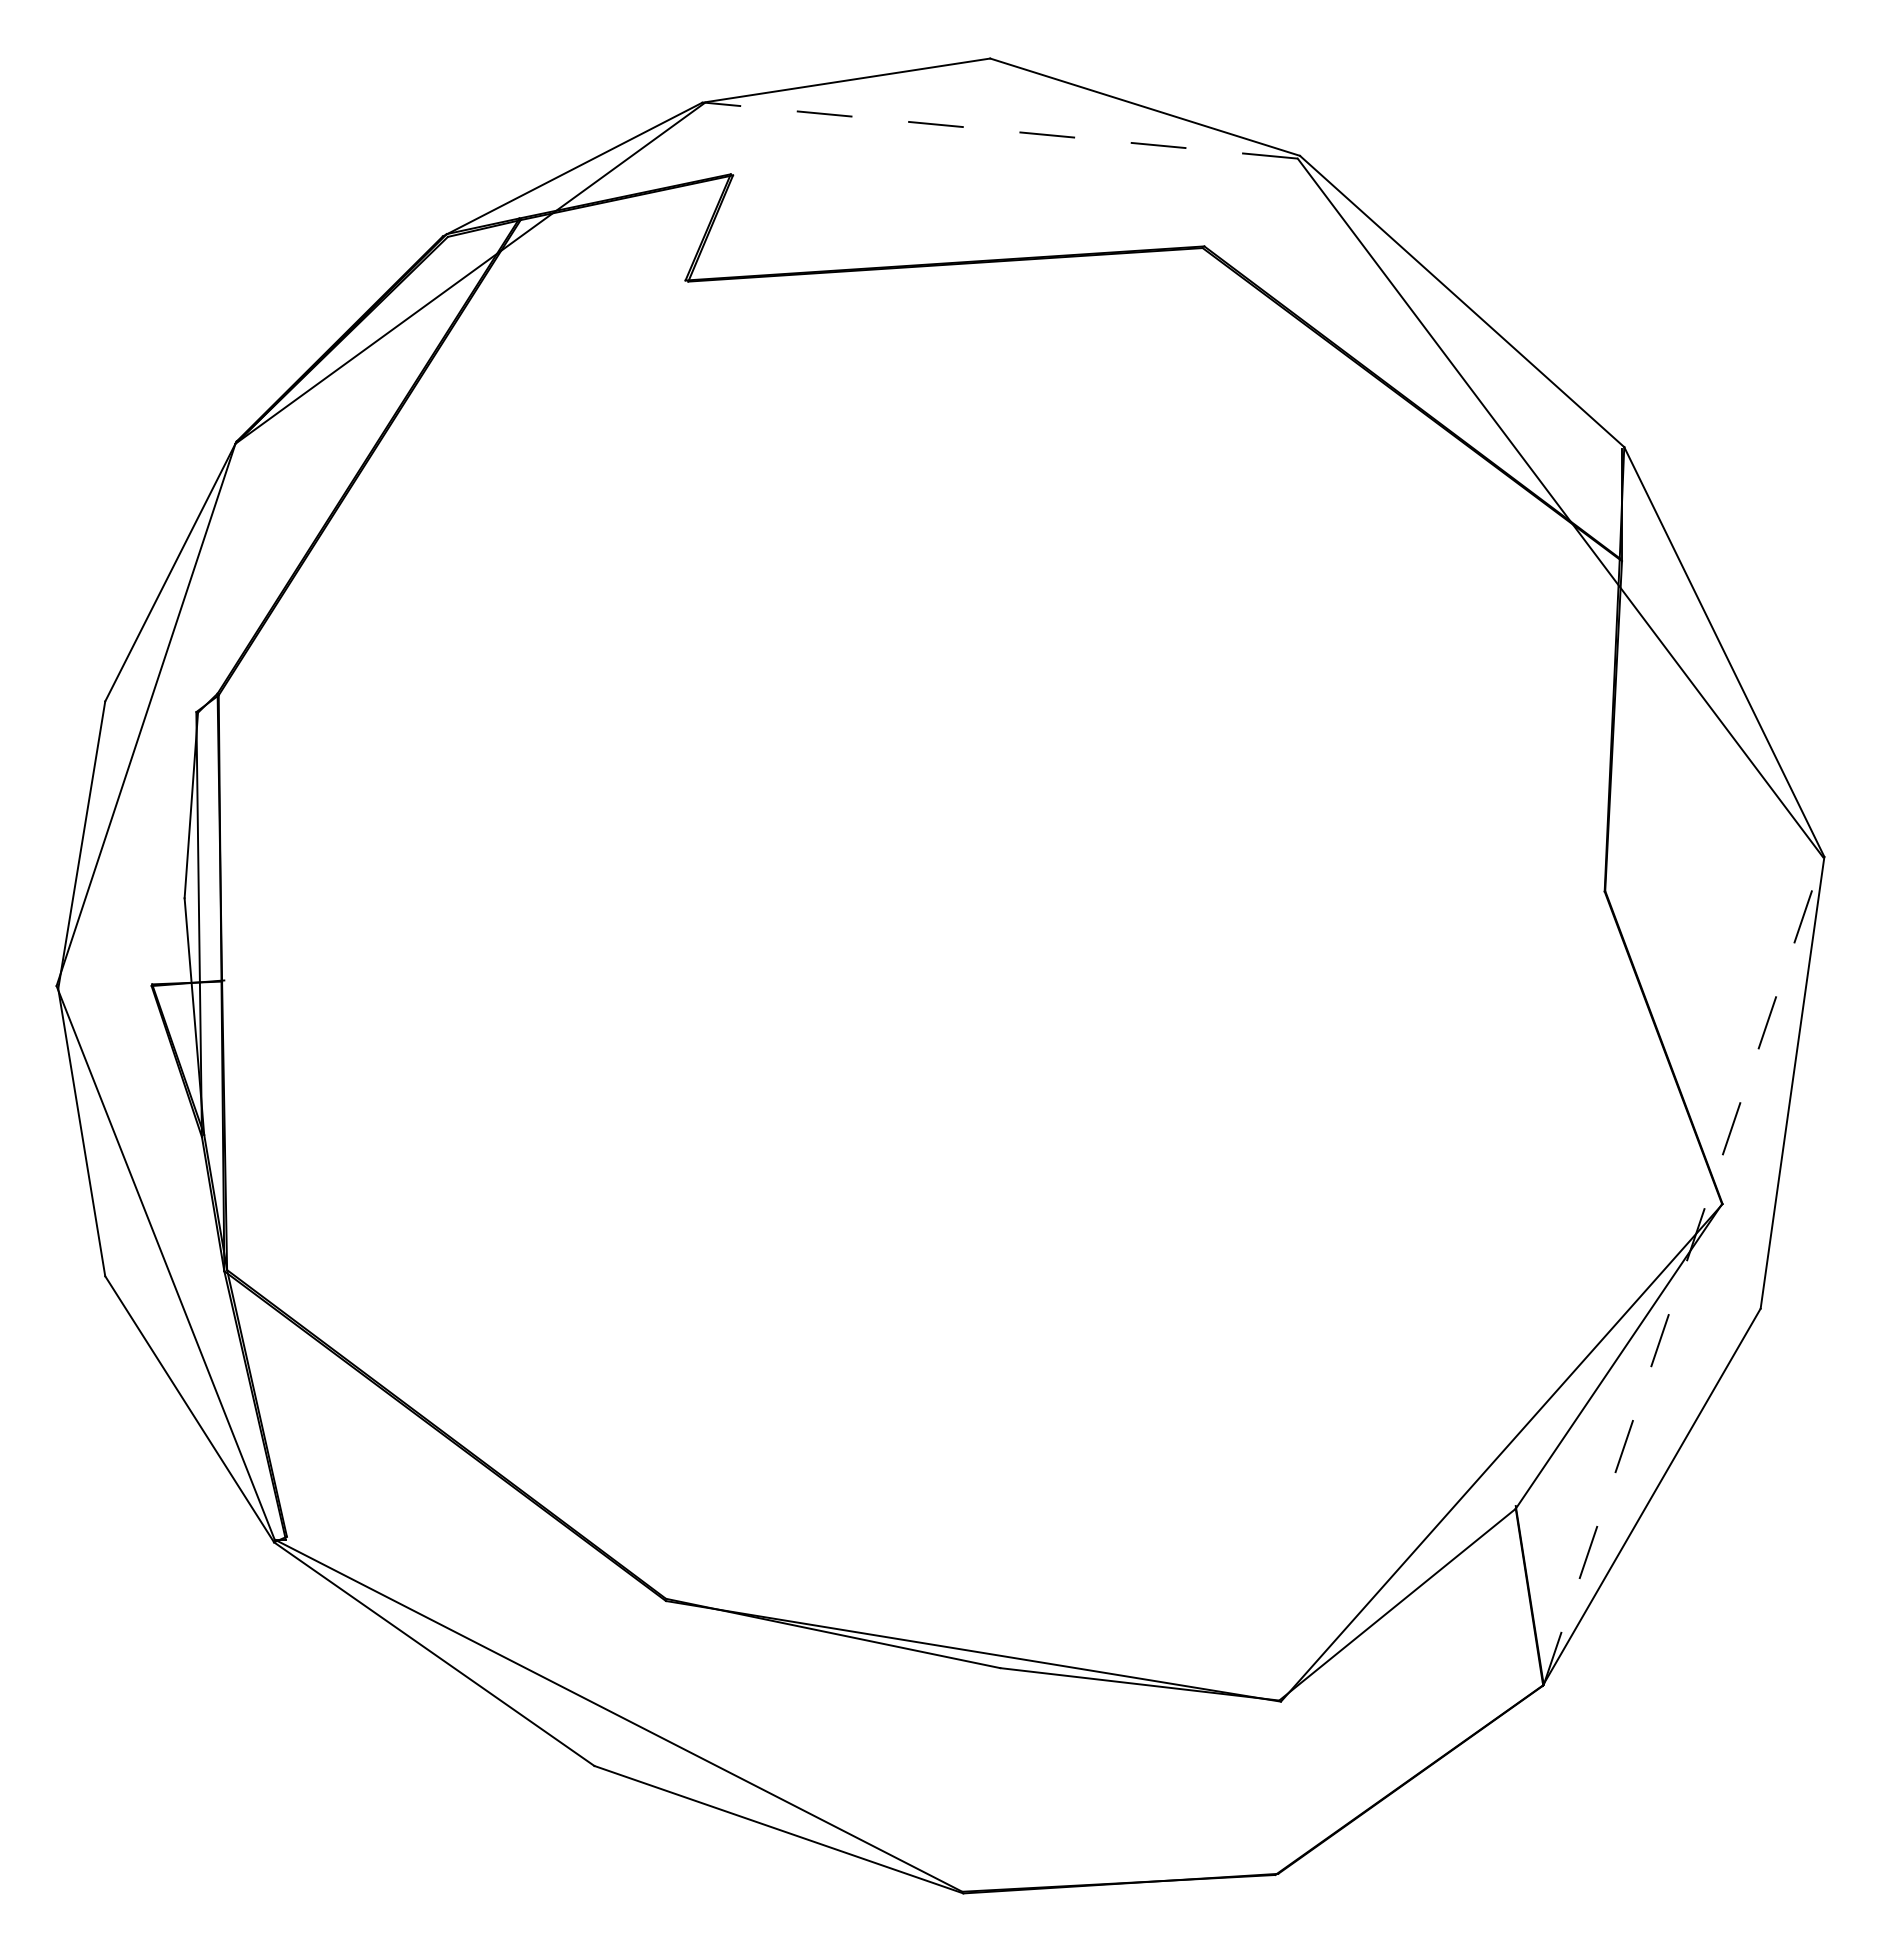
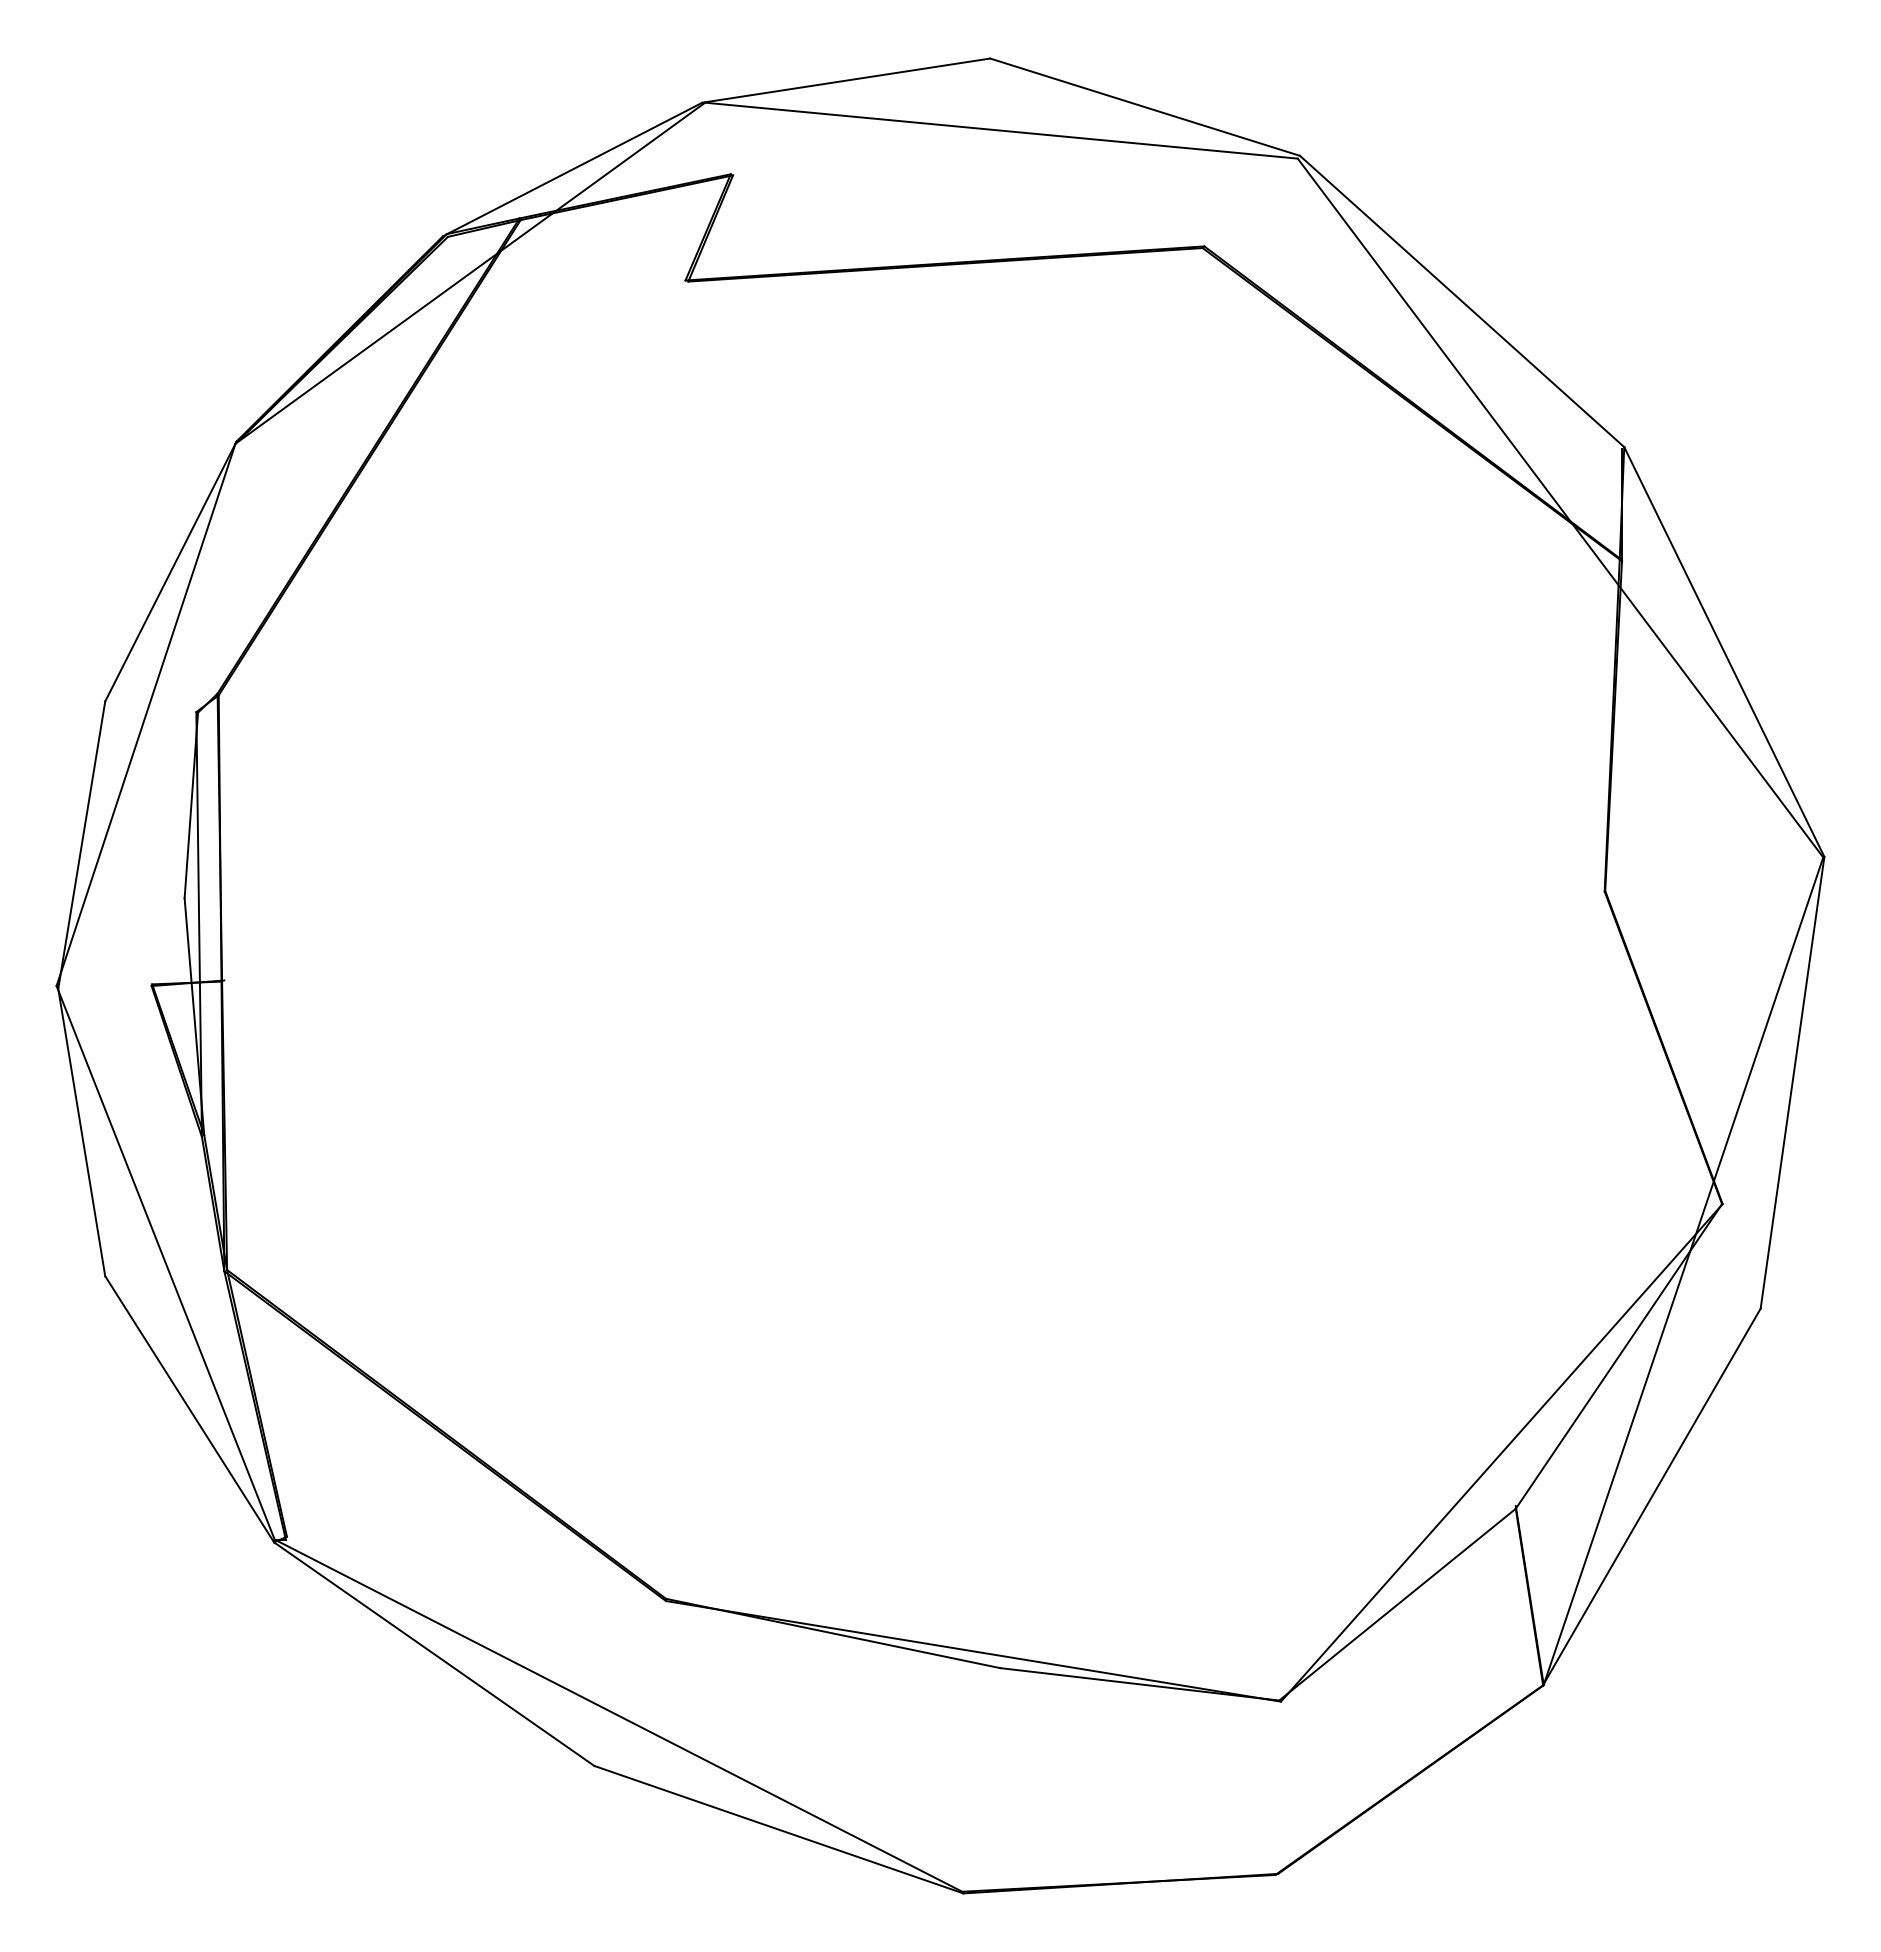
line at (1001, 130): dashed -> solid
line at (1683, 1271): dashed -> solid
